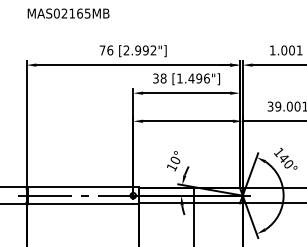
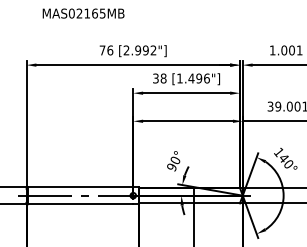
text at (68, 13) position: (68, 13) -> (83, 13)
text at (172, 167): 10° -> 90°
